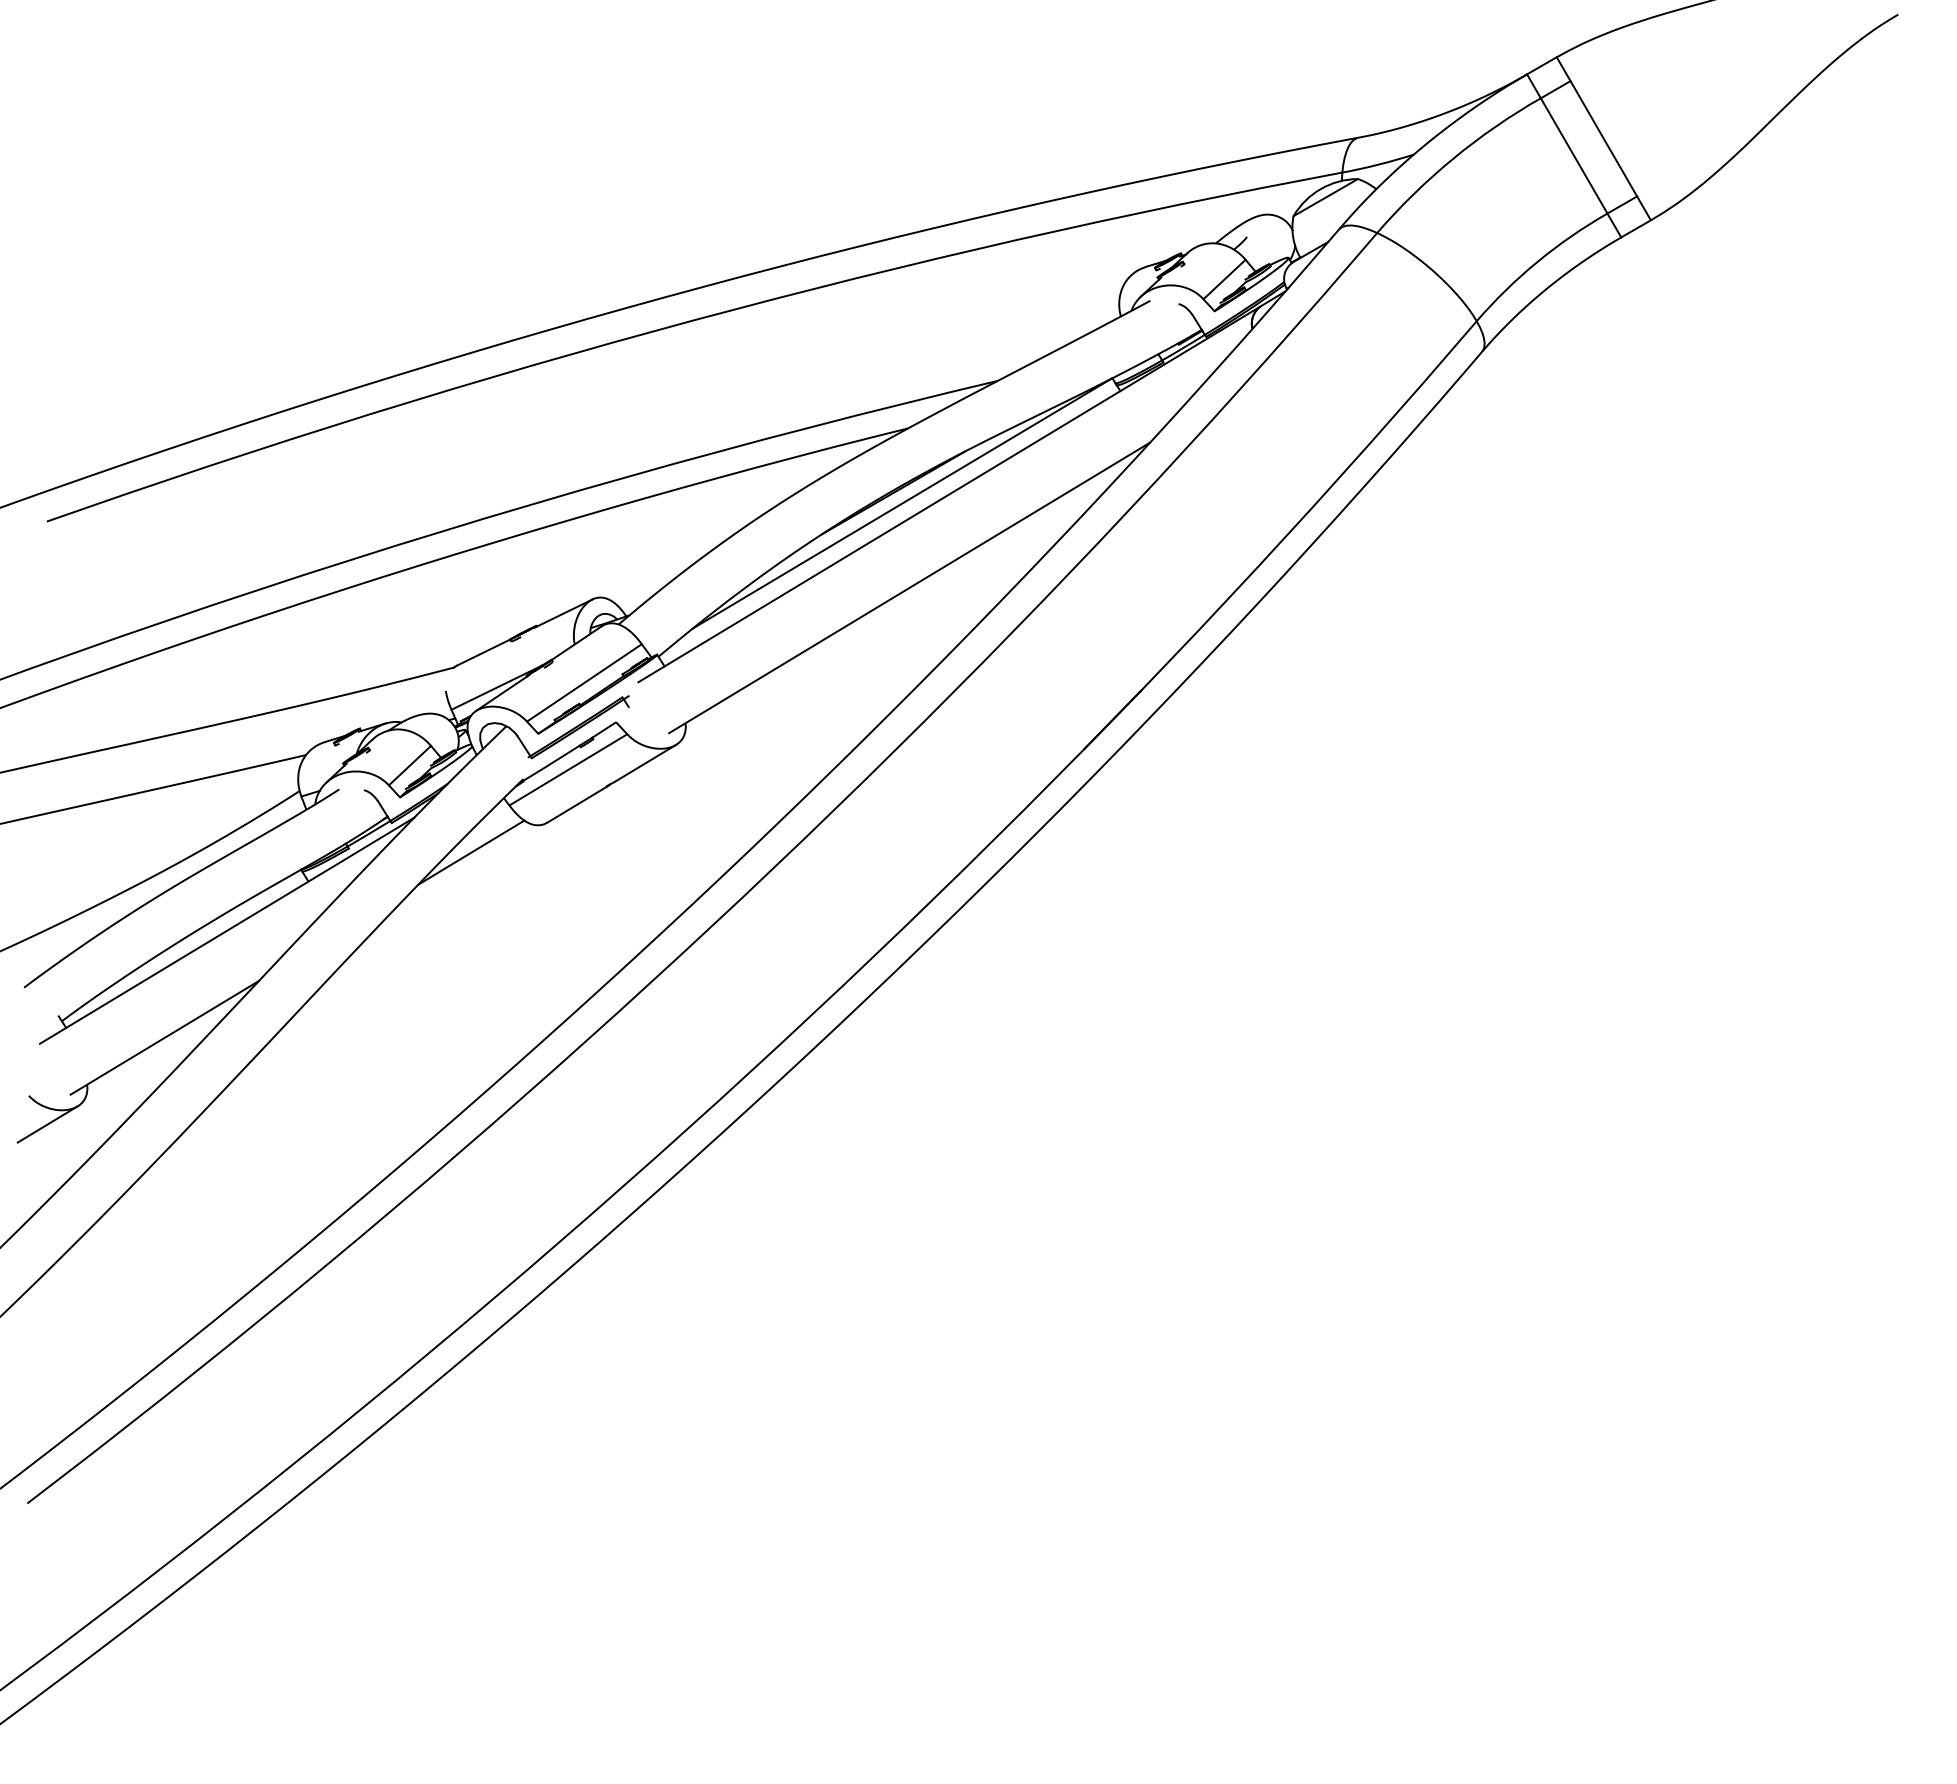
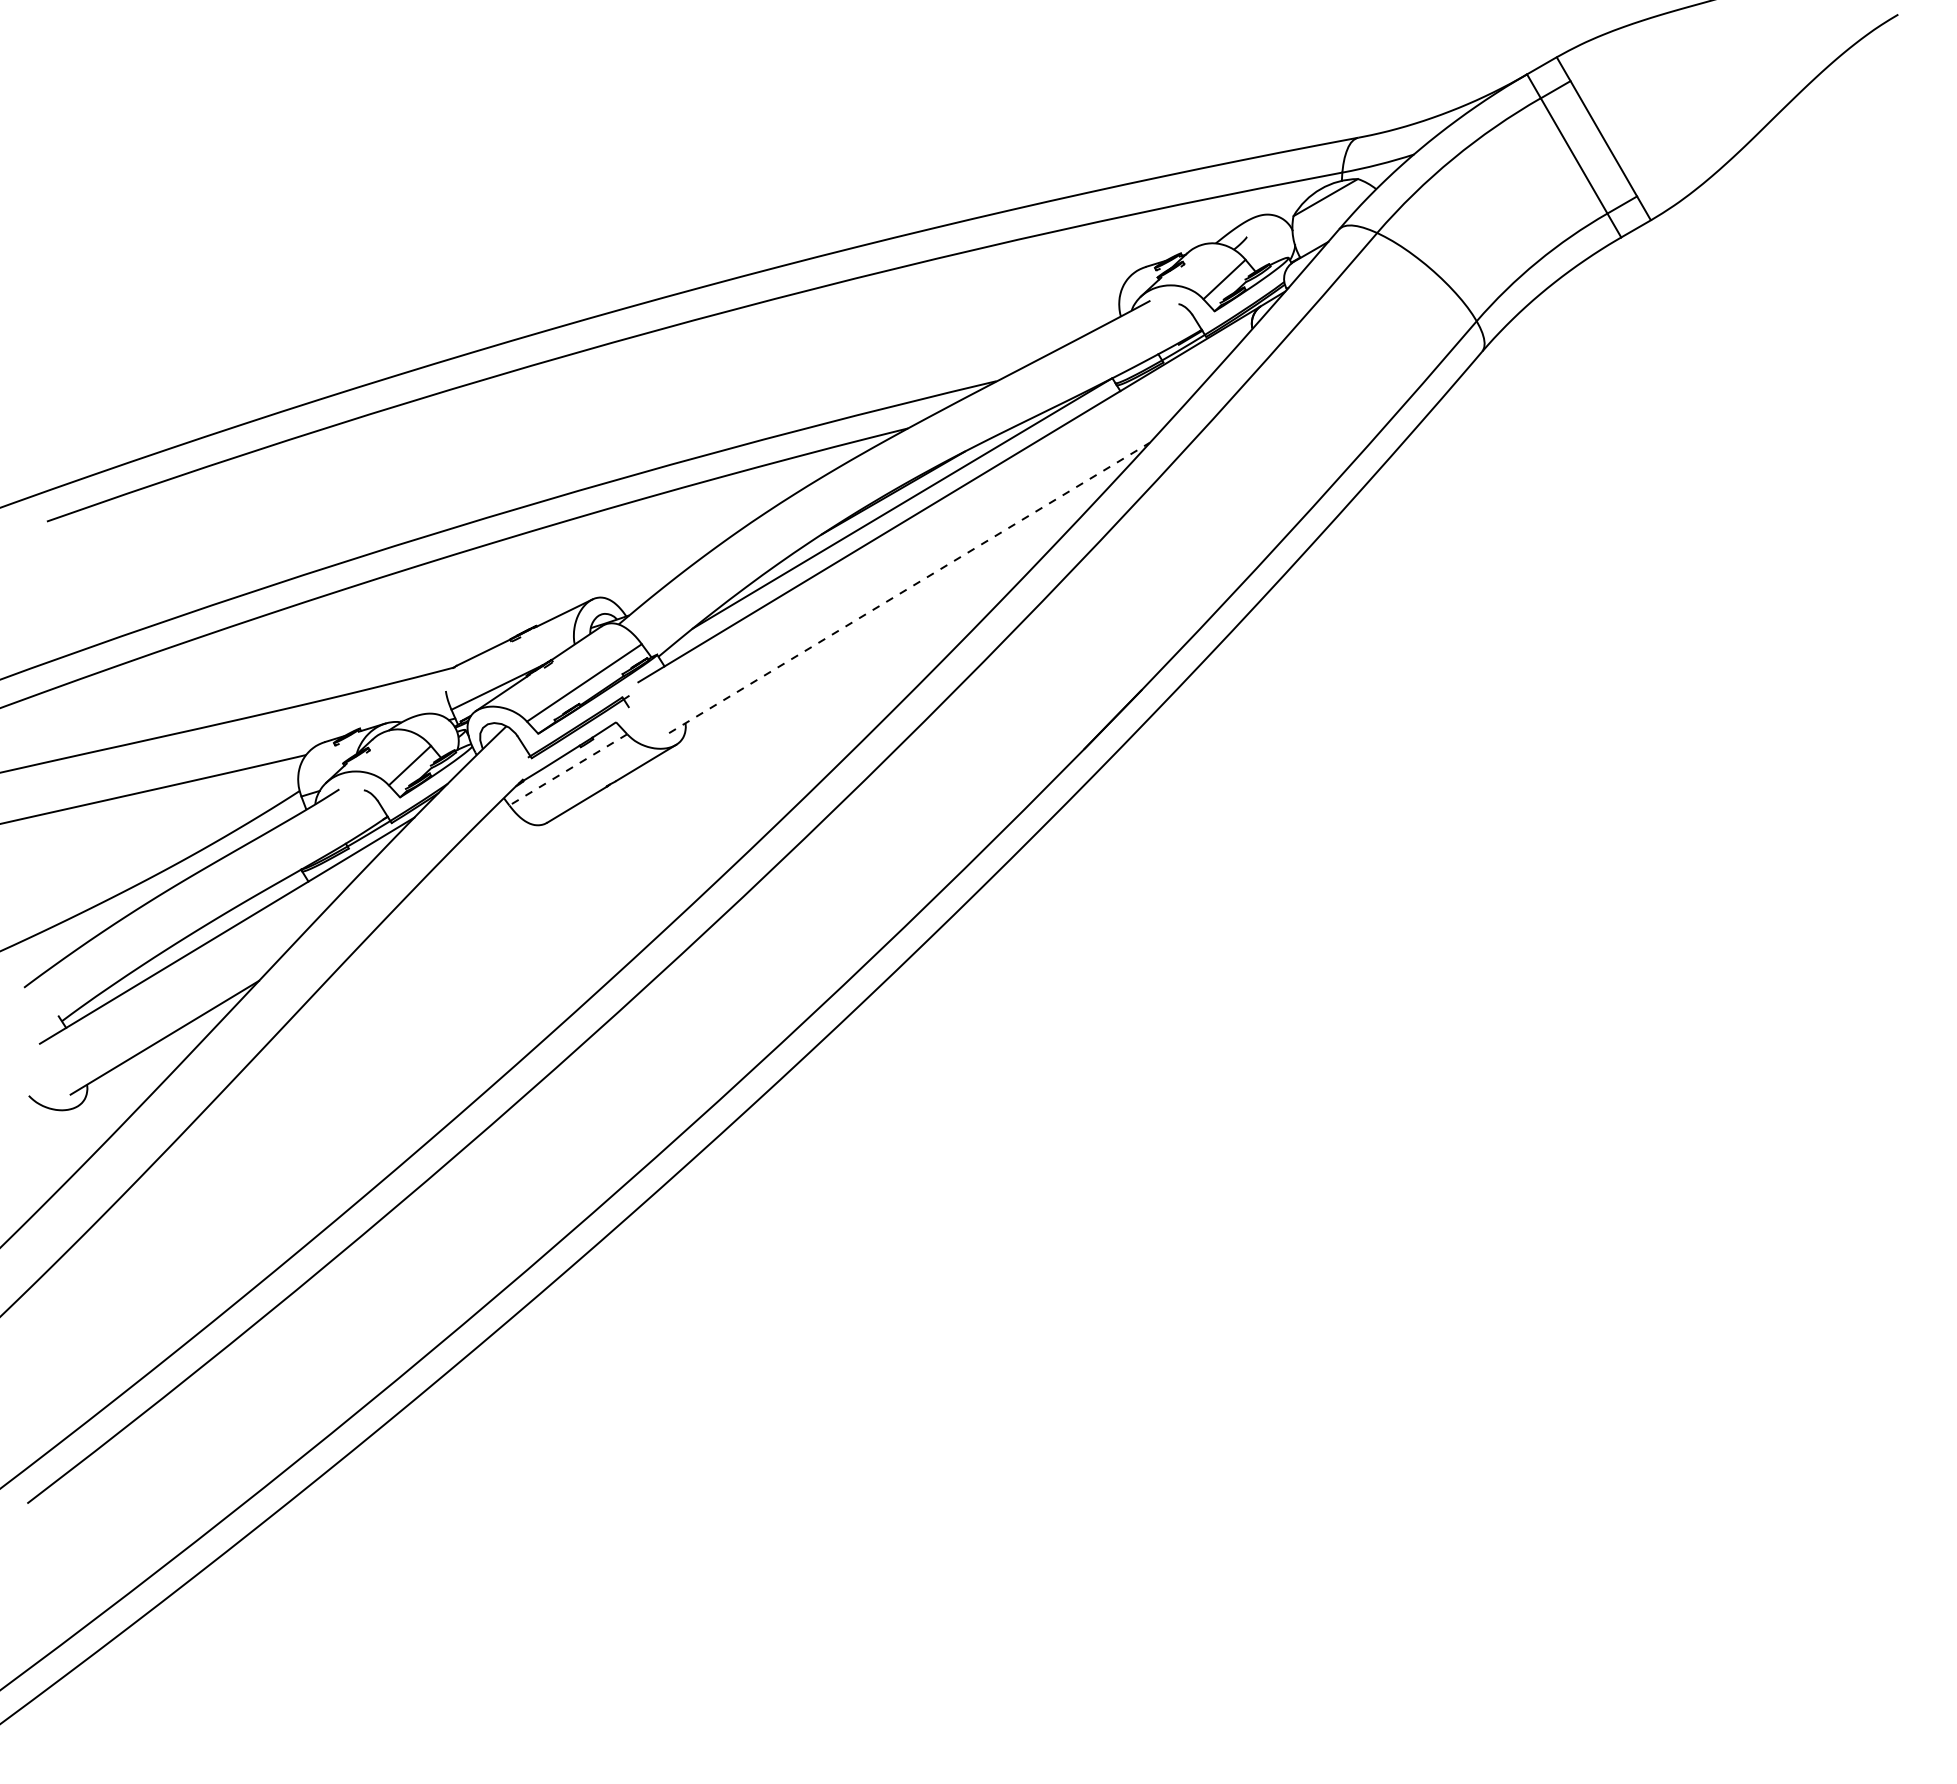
line at (909, 587): solid -> dashed
line at (568, 769): solid -> dashed
line at (471, 852): present -> none
line at (47, 1124): present -> none
